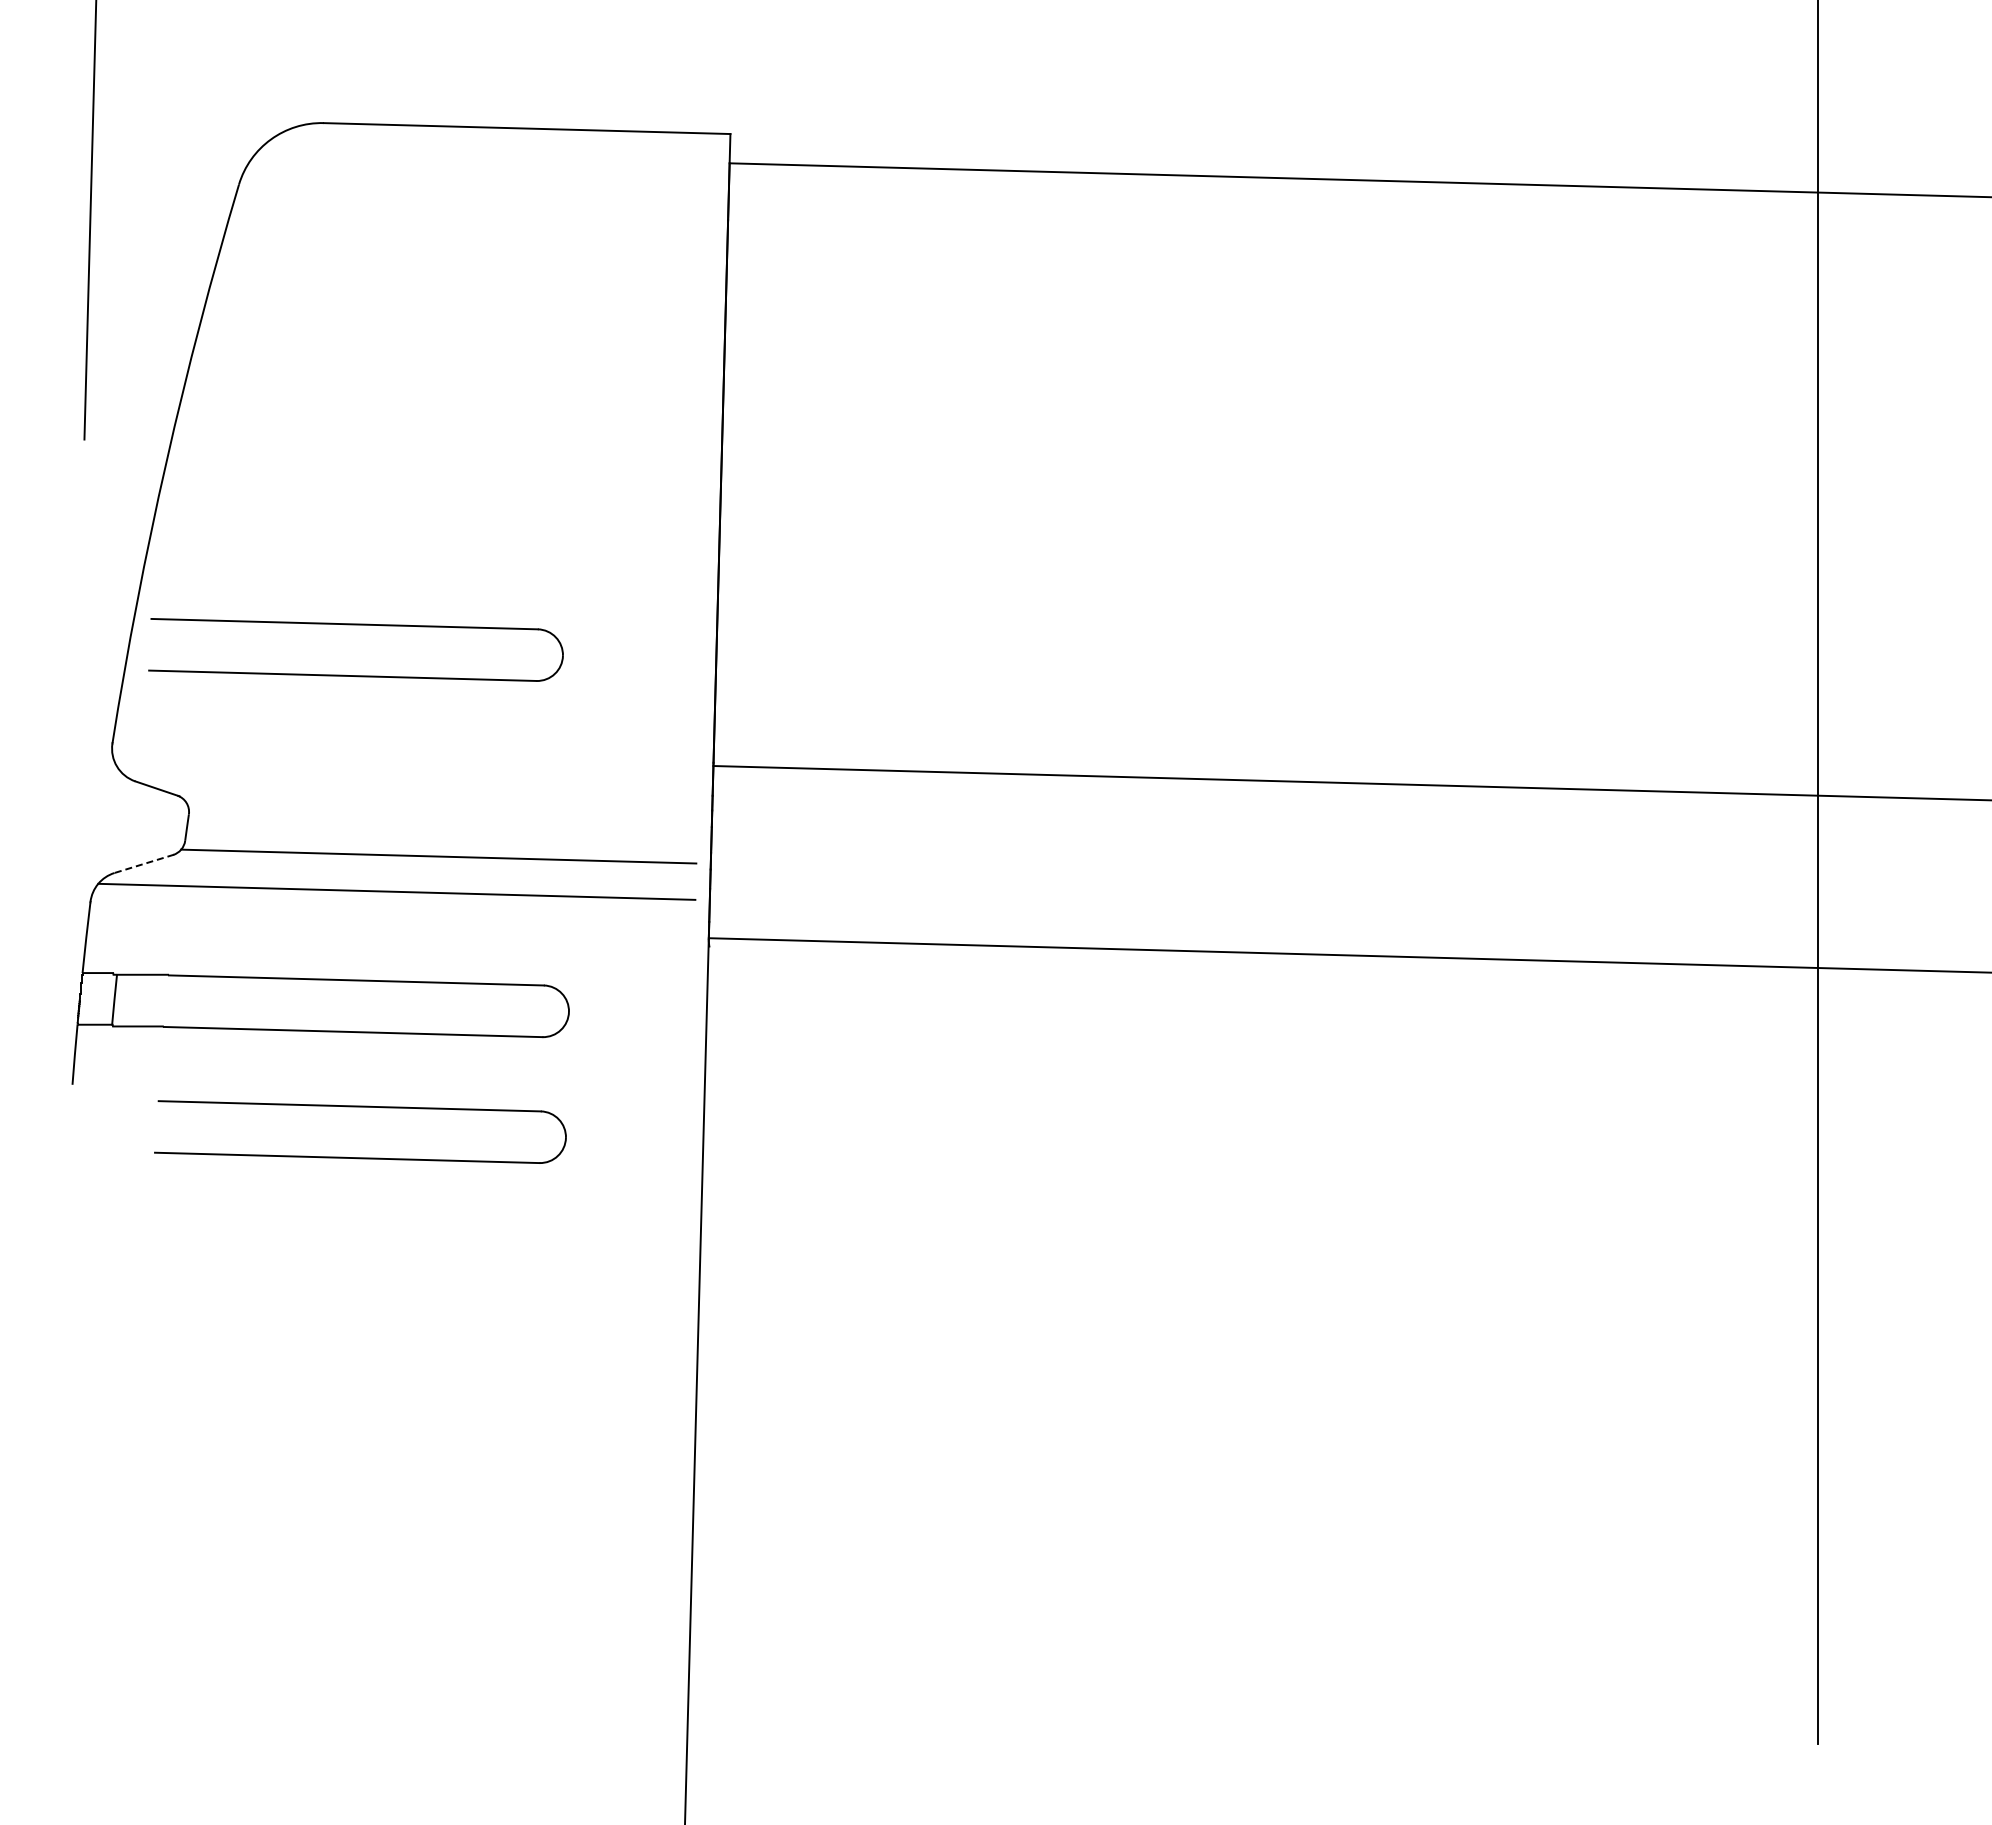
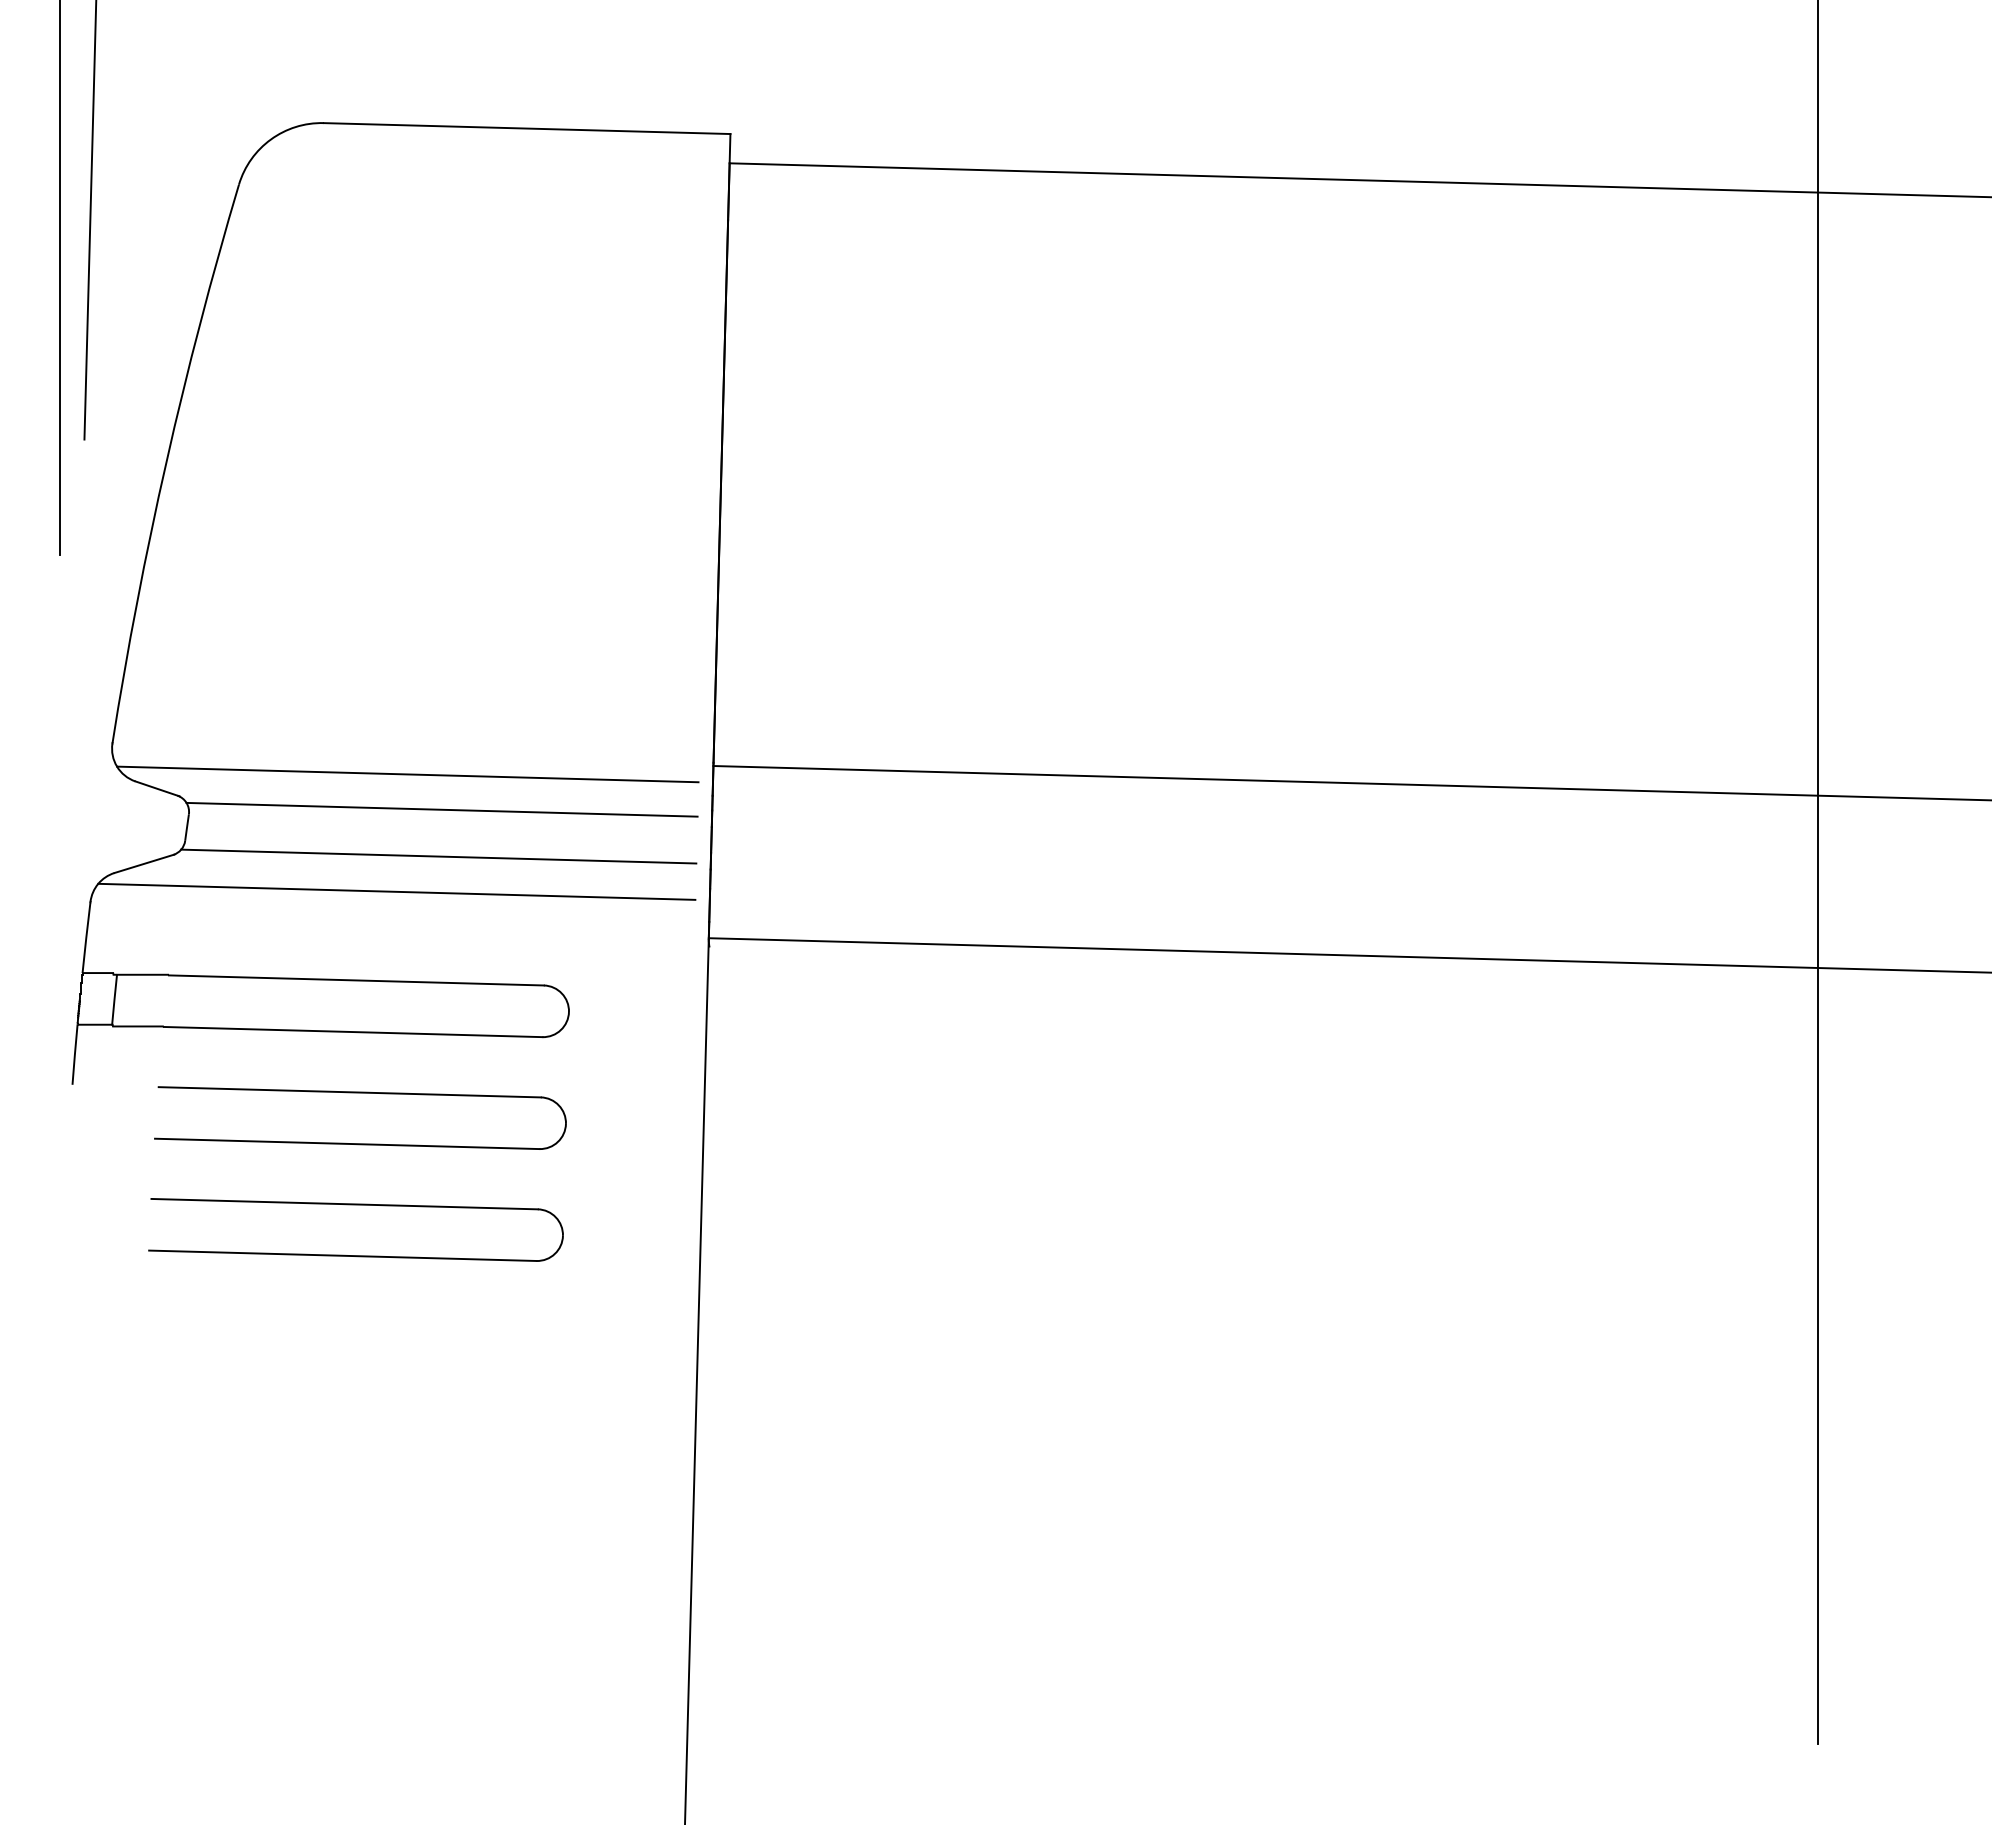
line at (59, 278): none -> present
part at (355, 625) position: (355, 625) -> (355, 1205)
line at (407, 774): none -> present
line at (441, 809): none -> present
line at (143, 863): dashed -> solid
part at (360, 1107) position: (360, 1107) -> (360, 1093)
